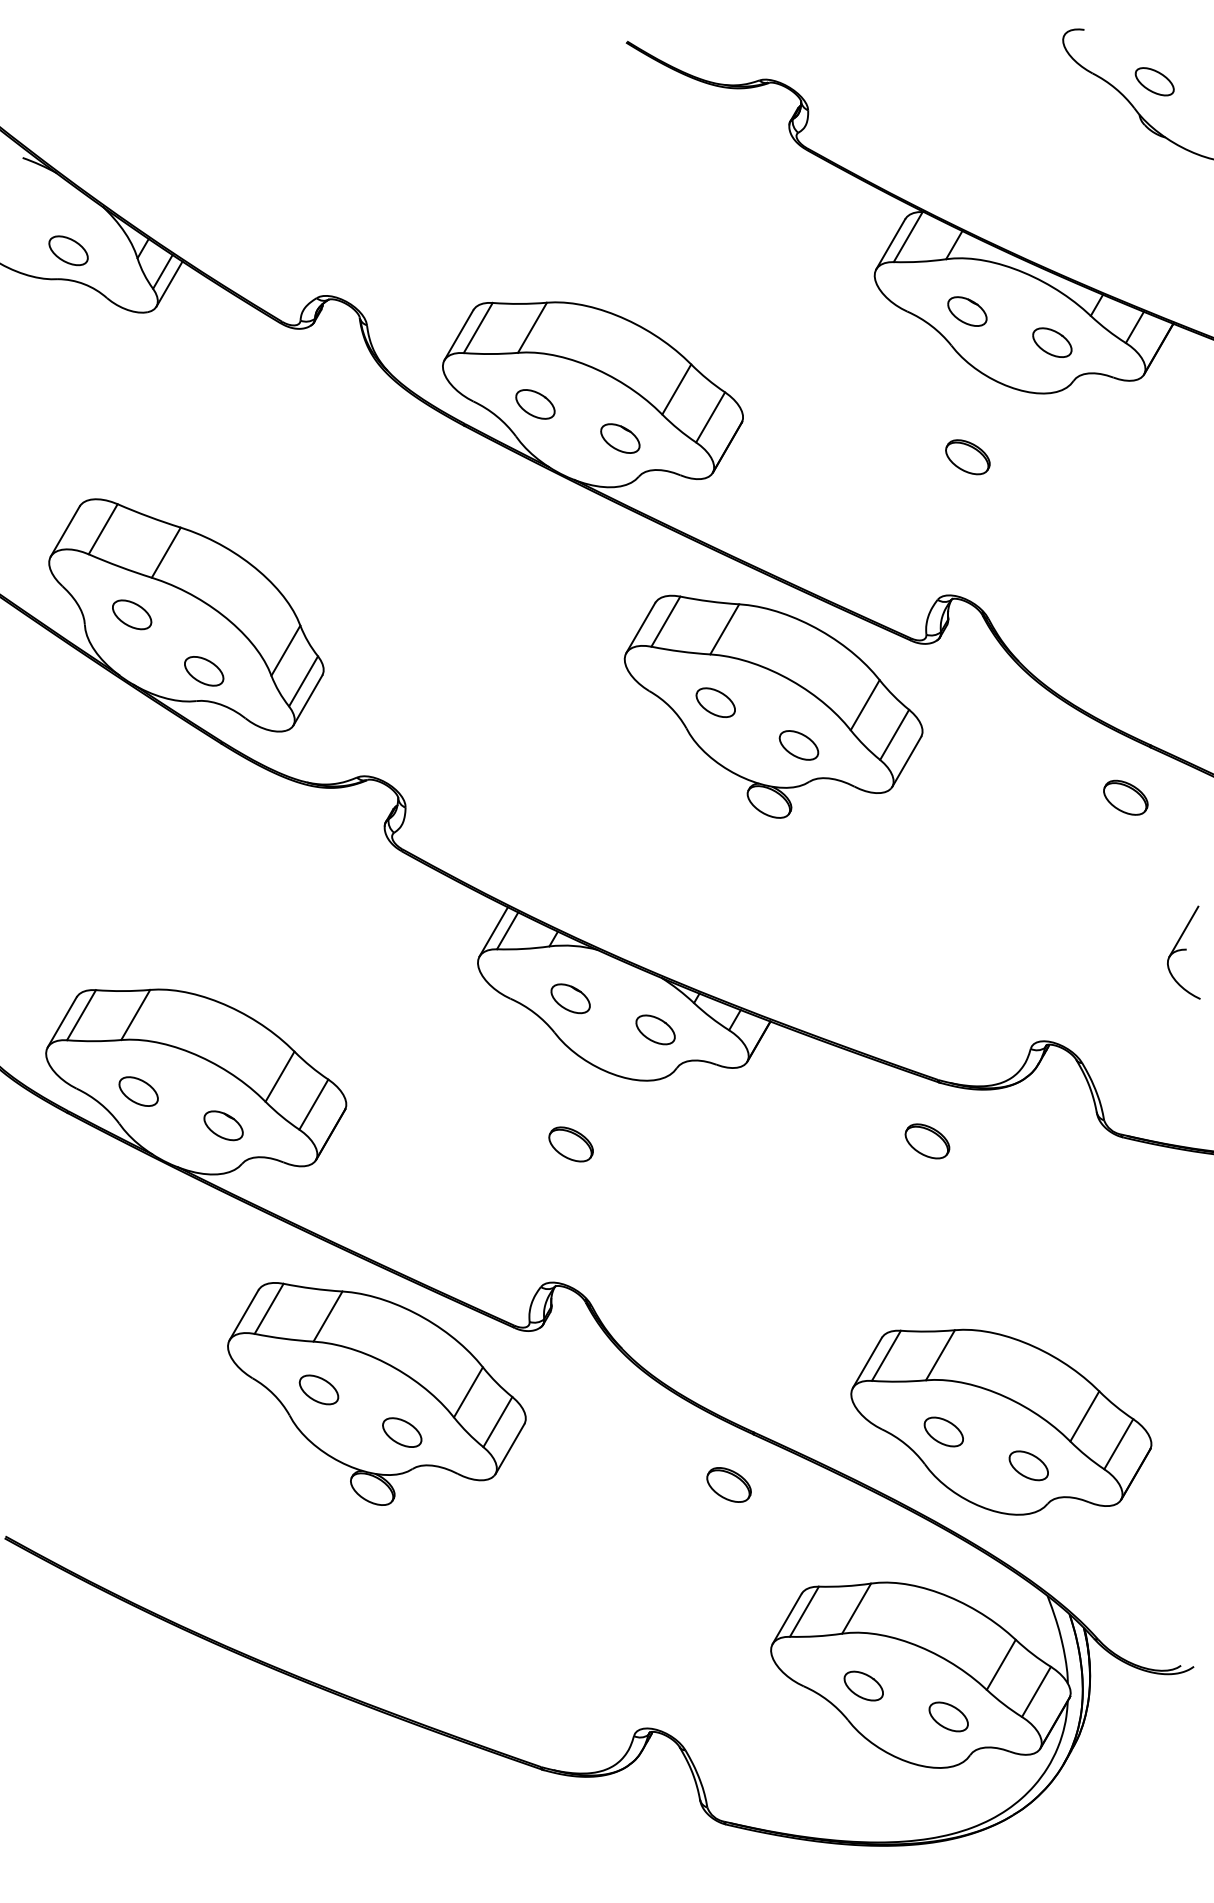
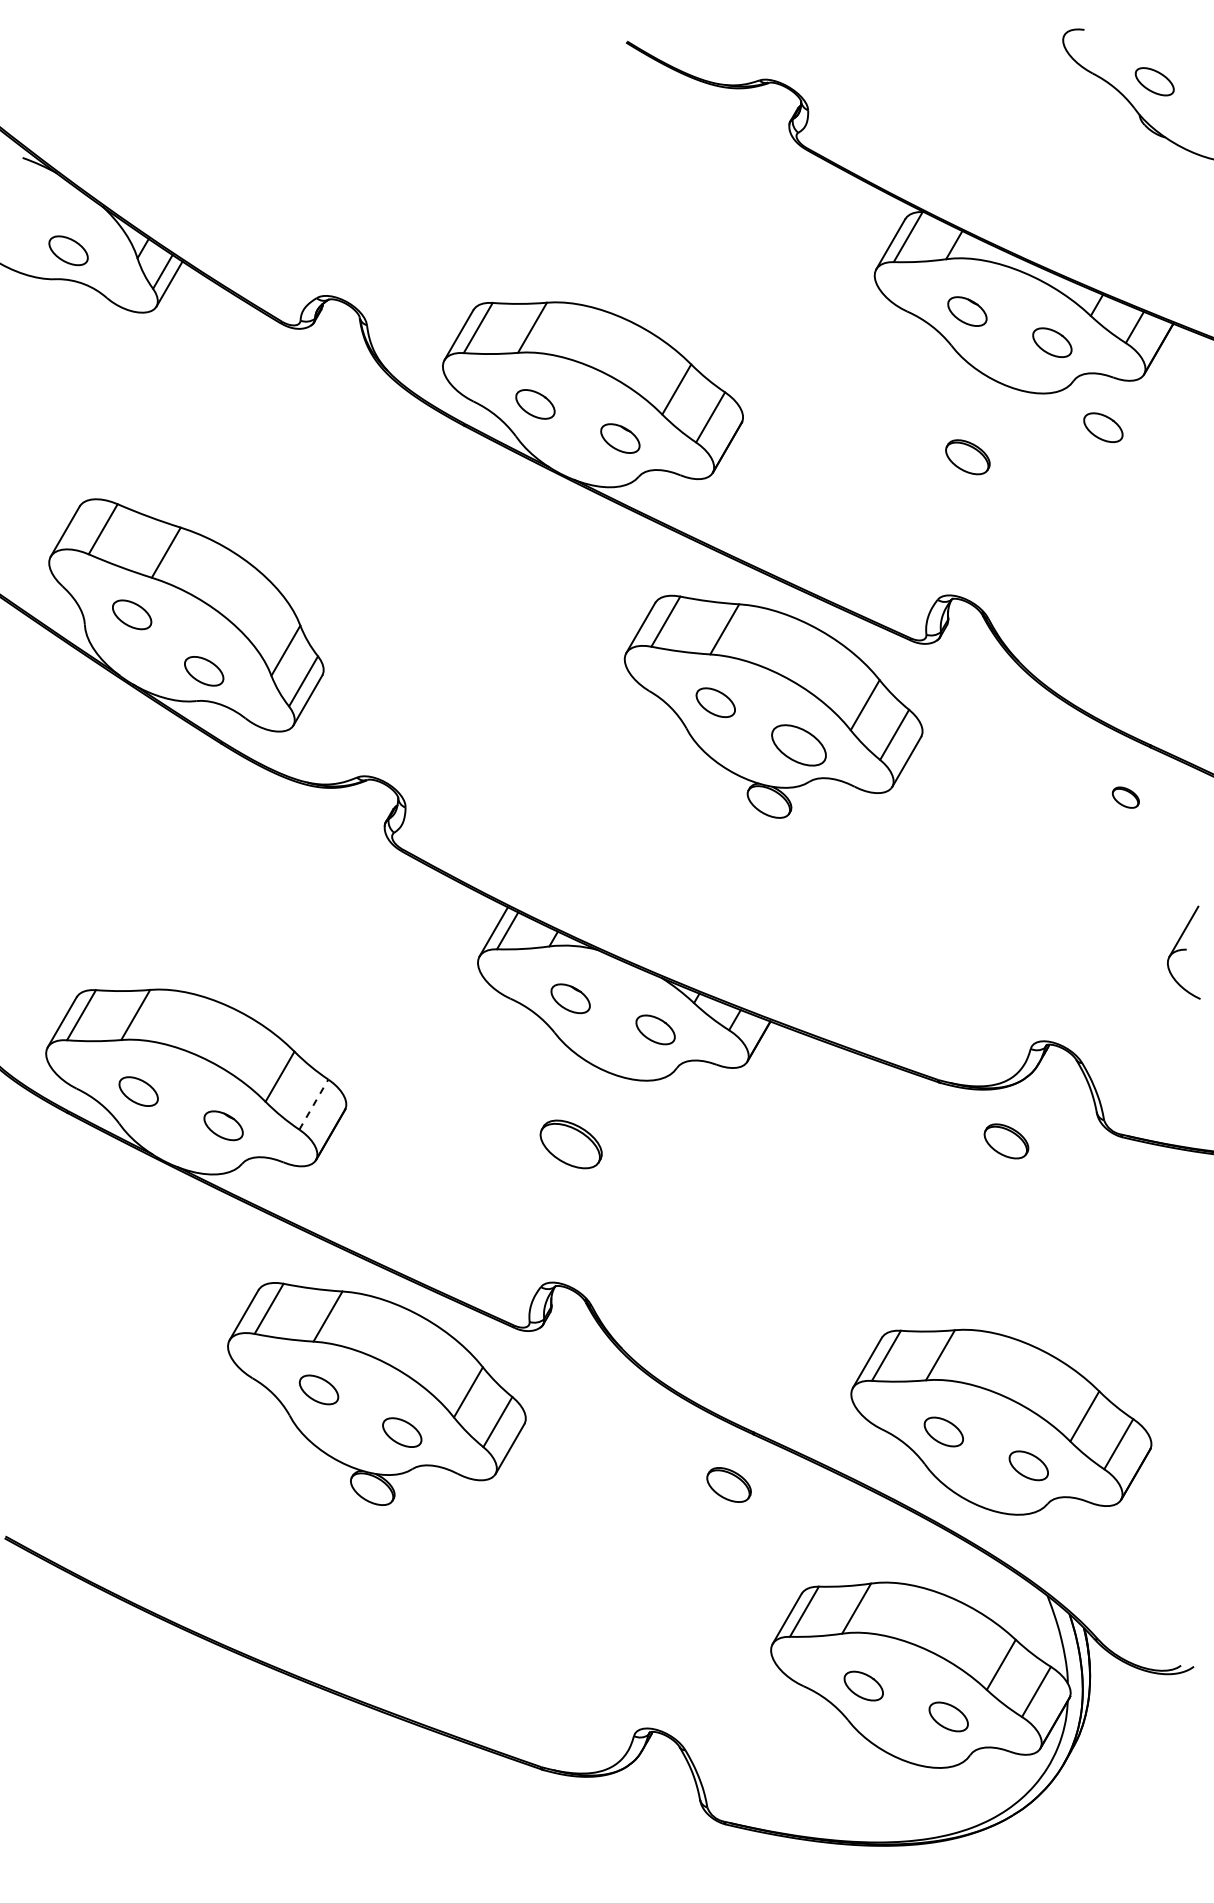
part at (1103, 427): none -> present
part at (798, 745) size: 42x31 px -> 56x43 px
part at (1125, 797) size: 46x37 px -> 29x23 px
line at (313, 1104): solid -> dashed
part at (927, 1141) position: (927, 1141) -> (1006, 1141)
part at (570, 1144) size: 46x37 px -> 64x51 px
